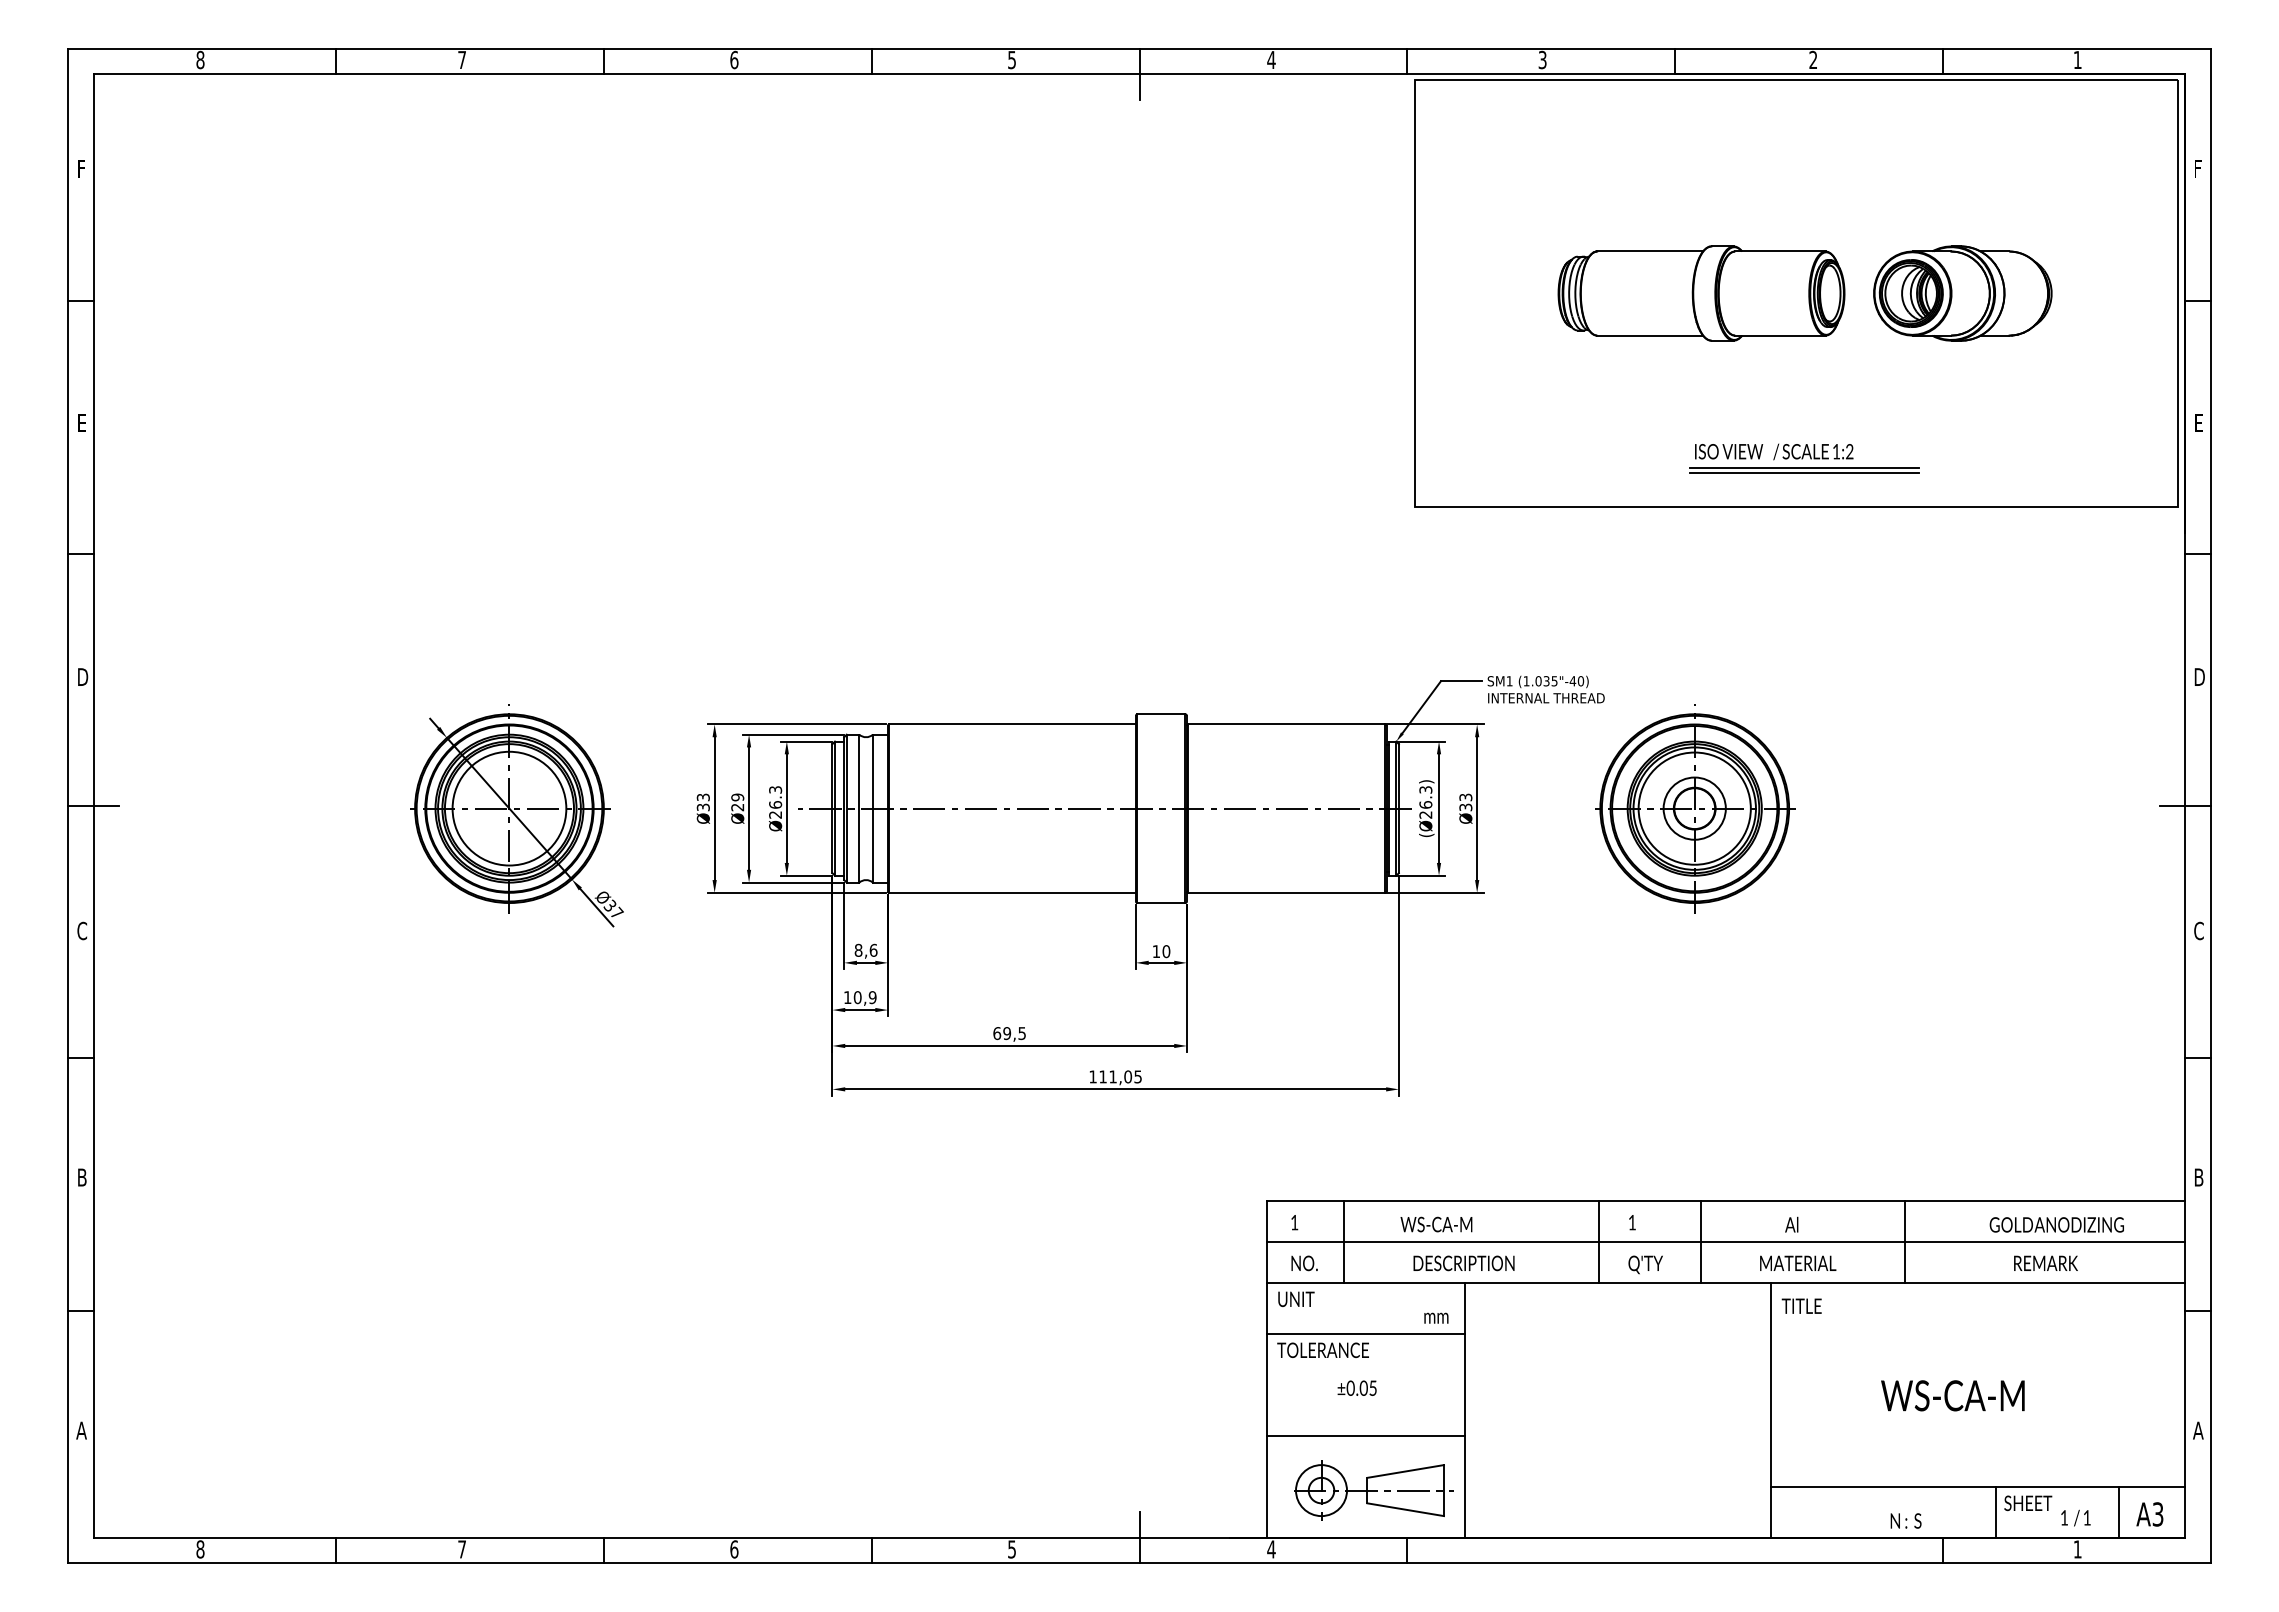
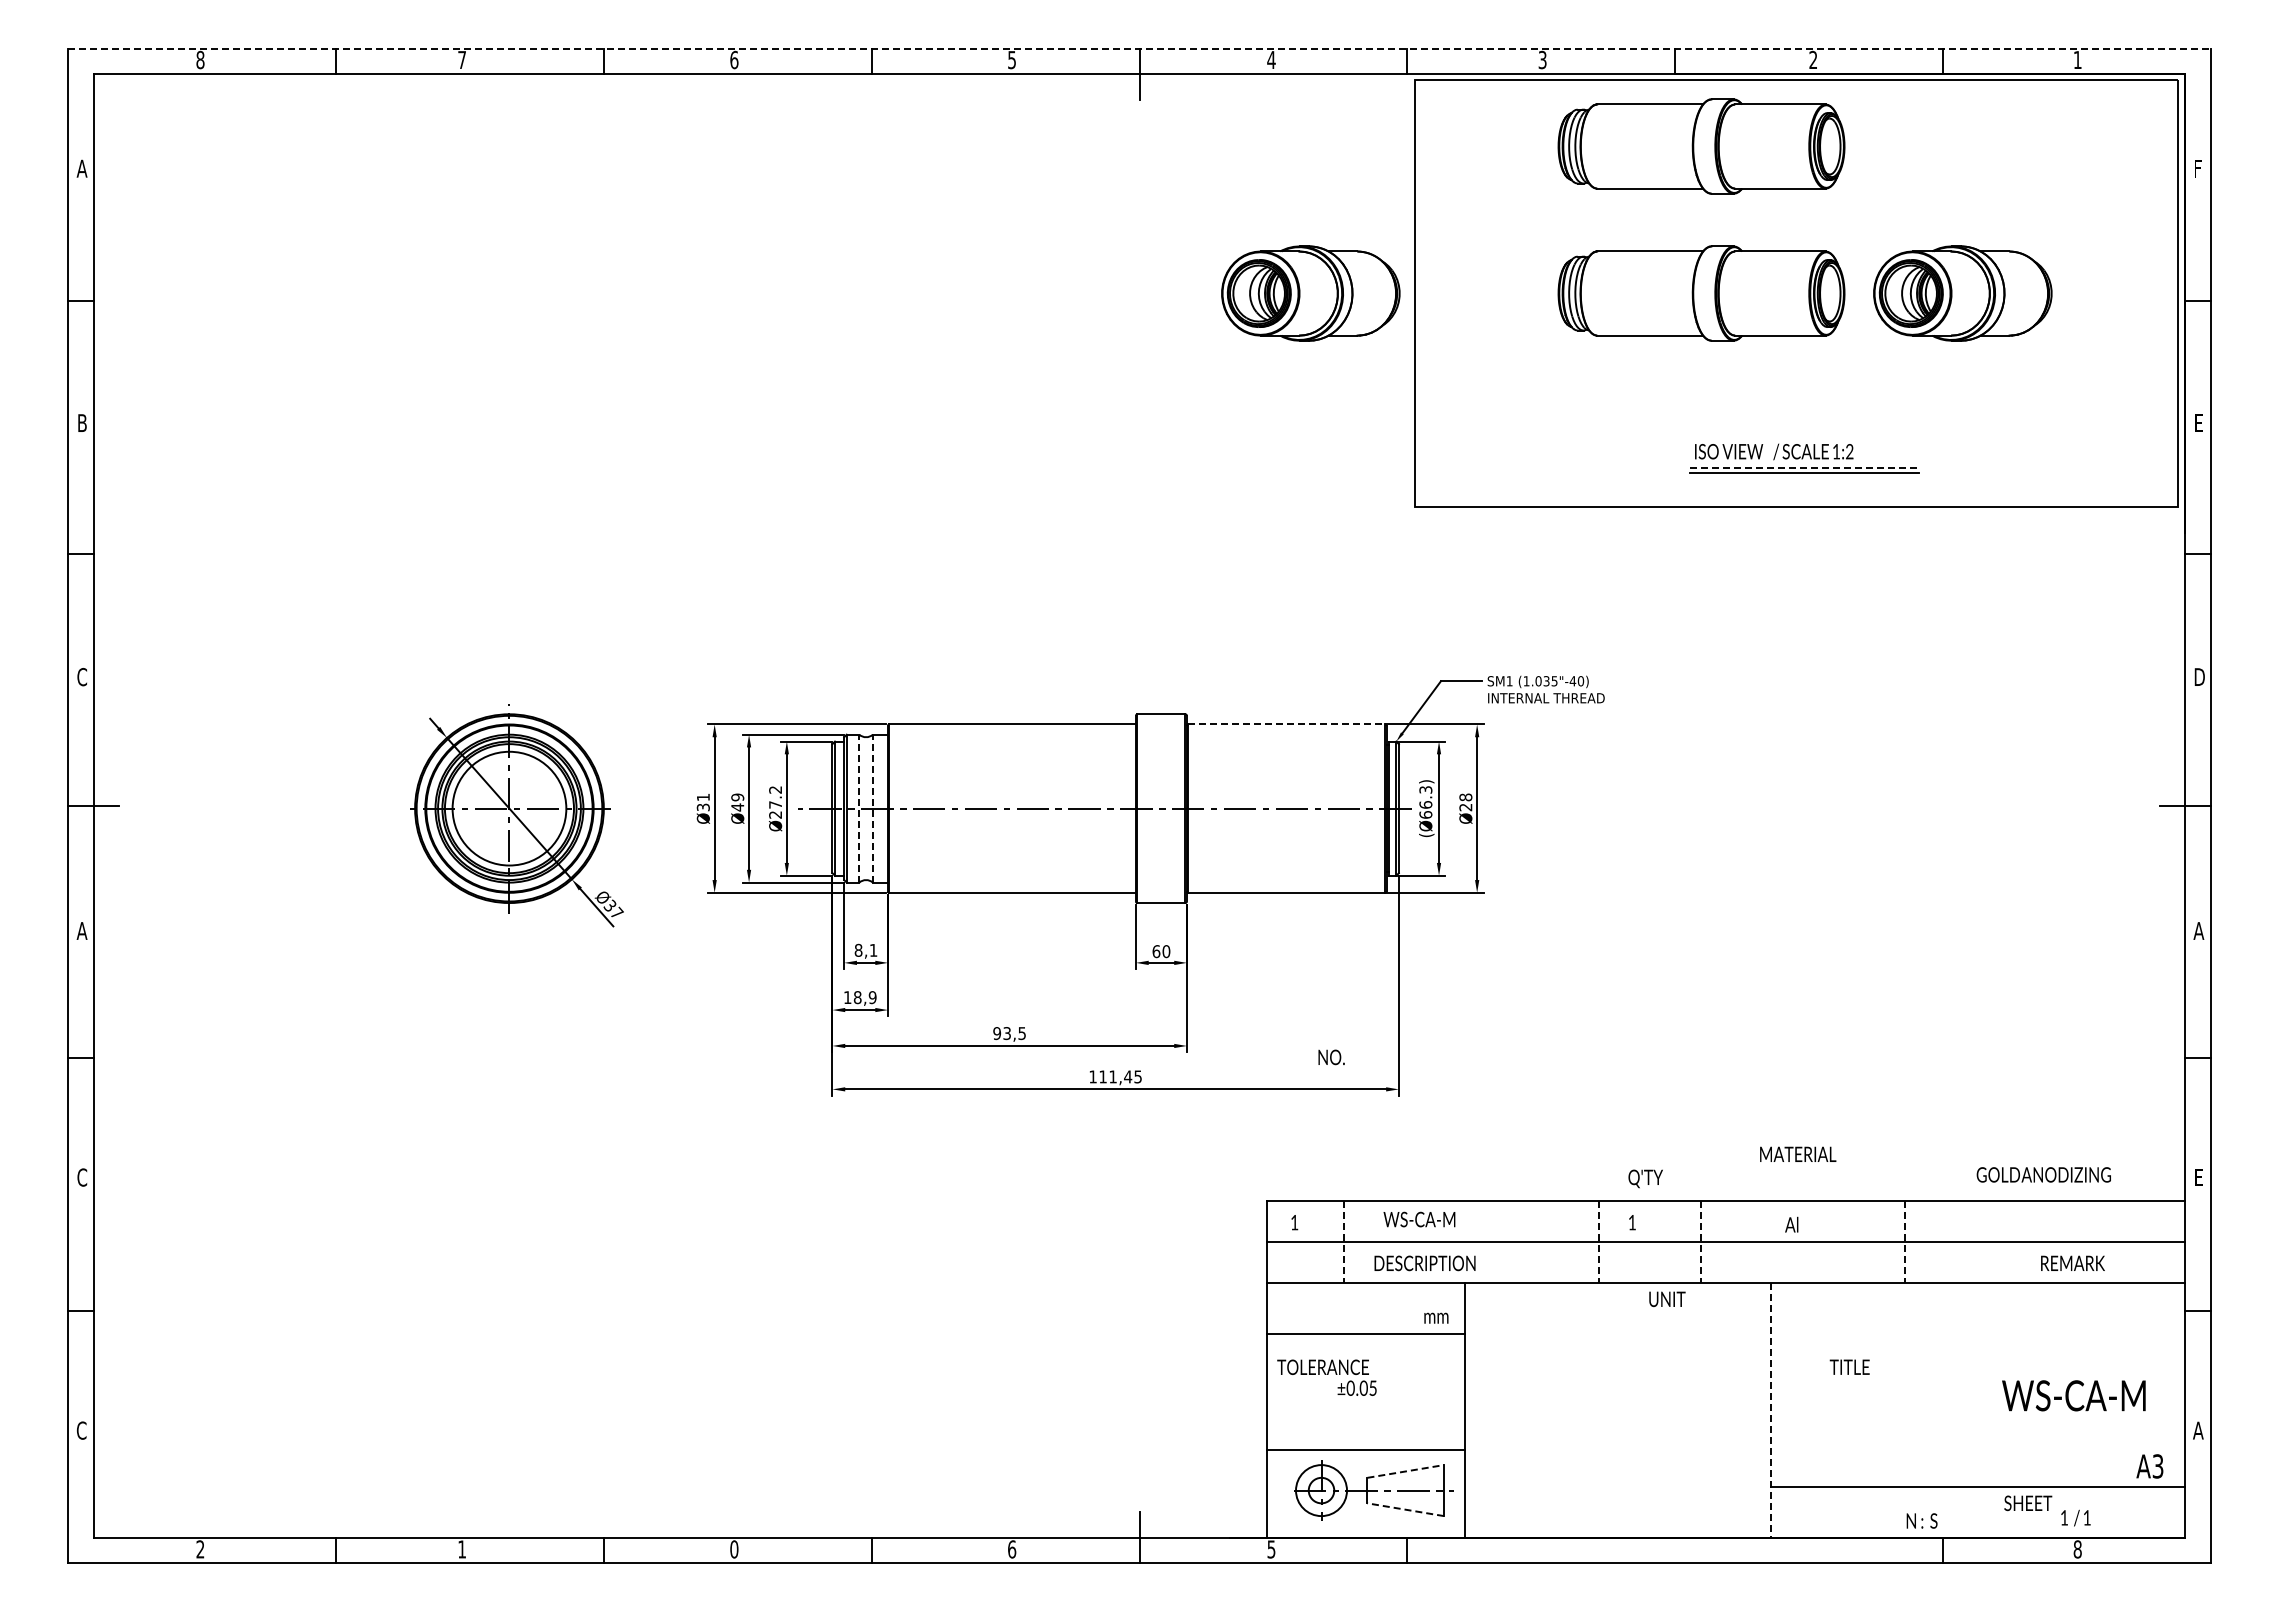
line at (1140, 48): solid -> dashed
part at (1701, 146): none -> present
text at (81, 168): F -> A
part at (1310, 293): none -> present
text at (82, 422): E -> B
line at (1804, 468): solid -> dashed
text at (82, 676): D -> C
line at (1287, 724): solid -> dashed
text at (702, 797): Ø33 -> Ø31
text at (775, 797): Ø26.3 -> Ø27.2
text at (1465, 802): Ø33 -> Ø28
text at (737, 807): Ø29 -> Ø49
line at (859, 808): solid -> dashed
line at (872, 808): solid -> dashed
part at (1695, 808): present -> none
text at (1425, 814): (Ø26.3) -> (Ø66.3)
text at (81, 930): C -> A
text at (2198, 930): C -> A
text at (873, 949): 8,6 -> 8,1
text at (1156, 951): 10 -> 60
text at (857, 997): 10,9 -> 18,9
text at (1002, 1033): 69,5 -> 93,5
text at (1128, 1076): 111,05 -> 111,45
text at (82, 1177): B -> C
text at (2199, 1177): B -> E
text at (1436, 1224) position: (1436, 1224) -> (1419, 1219)
text at (2056, 1224) position: (2056, 1224) -> (2043, 1174)
line at (1343, 1242): solid -> dashed
line at (1598, 1242): solid -> dashed
line at (1700, 1242): solid -> dashed
line at (1904, 1242): solid -> dashed
text at (1798, 1262) position: (1798, 1262) -> (1798, 1153)
text at (2045, 1262) position: (2045, 1262) -> (2072, 1262)
text at (1304, 1263) position: (1304, 1263) -> (1331, 1057)
text at (1463, 1263) position: (1463, 1263) -> (1424, 1263)
text at (1645, 1264) position: (1645, 1264) -> (1645, 1178)
text at (1296, 1298) position: (1296, 1298) -> (1667, 1298)
text at (1801, 1305) position: (1801, 1305) -> (1849, 1366)
text at (1322, 1349) position: (1322, 1349) -> (1322, 1366)
text at (1952, 1395) position: (1952, 1395) -> (2073, 1395)
line at (1770, 1410): solid -> dashed
text at (81, 1430): A -> C
line at (1365, 1435) position: (1365, 1435) -> (1365, 1449)
line at (1405, 1471): solid -> dashed
line at (1405, 1509): solid -> dashed
line at (1996, 1511): present -> none
line at (2118, 1511): present -> none
text at (2149, 1514) position: (2149, 1514) -> (2149, 1466)
text at (1905, 1520) position: (1905, 1520) -> (1921, 1520)
text at (200, 1549): 8 -> 2
text at (461, 1549): 7 -> 1
text at (734, 1549): 6 -> 0
text at (1012, 1549): 5 -> 6
text at (1271, 1549): 4 -> 5
text at (2077, 1549): 1 -> 8
